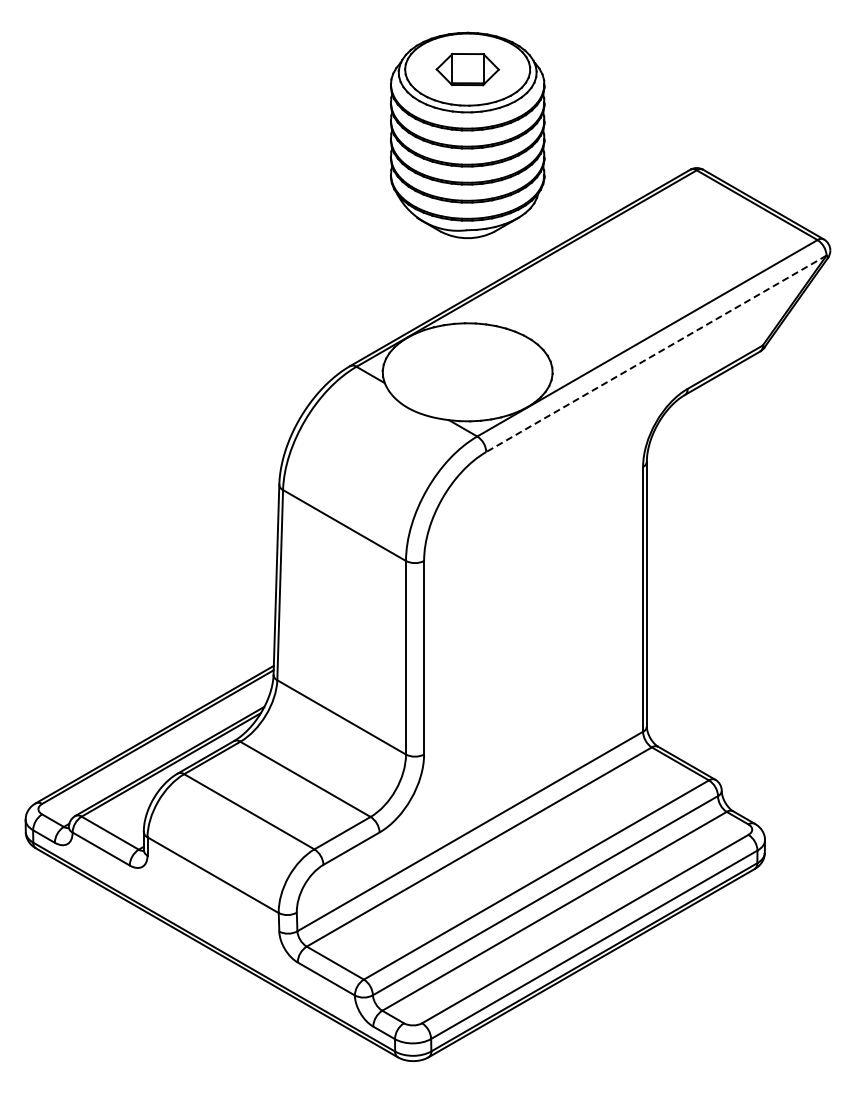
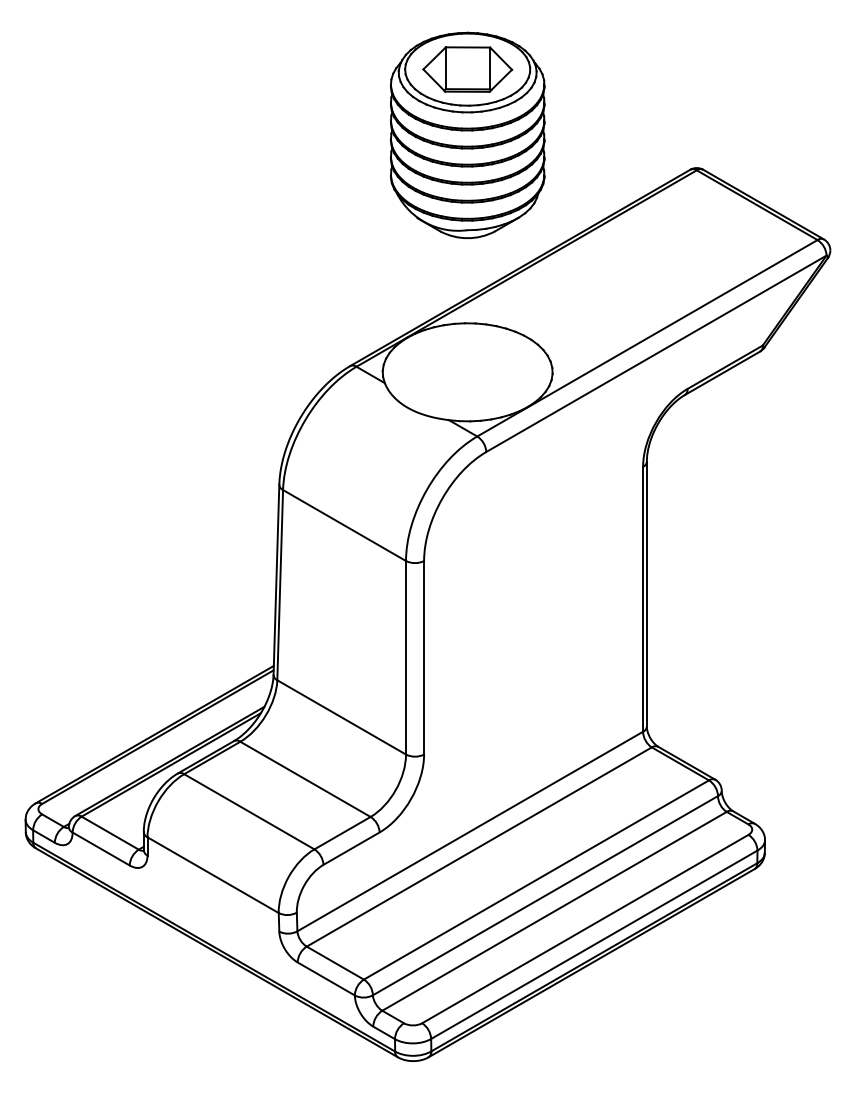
part at (467, 69) size: 65x35 px -> 92x47 px
line at (656, 354): dashed -> solid
